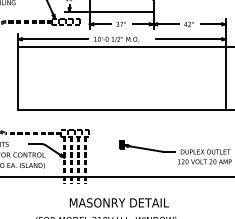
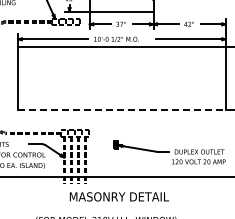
line at (122, 110): solid -> dashed
part at (175, 152) position: (175, 152) -> (169, 152)
text at (118, 202) position: (118, 202) -> (118, 196)
